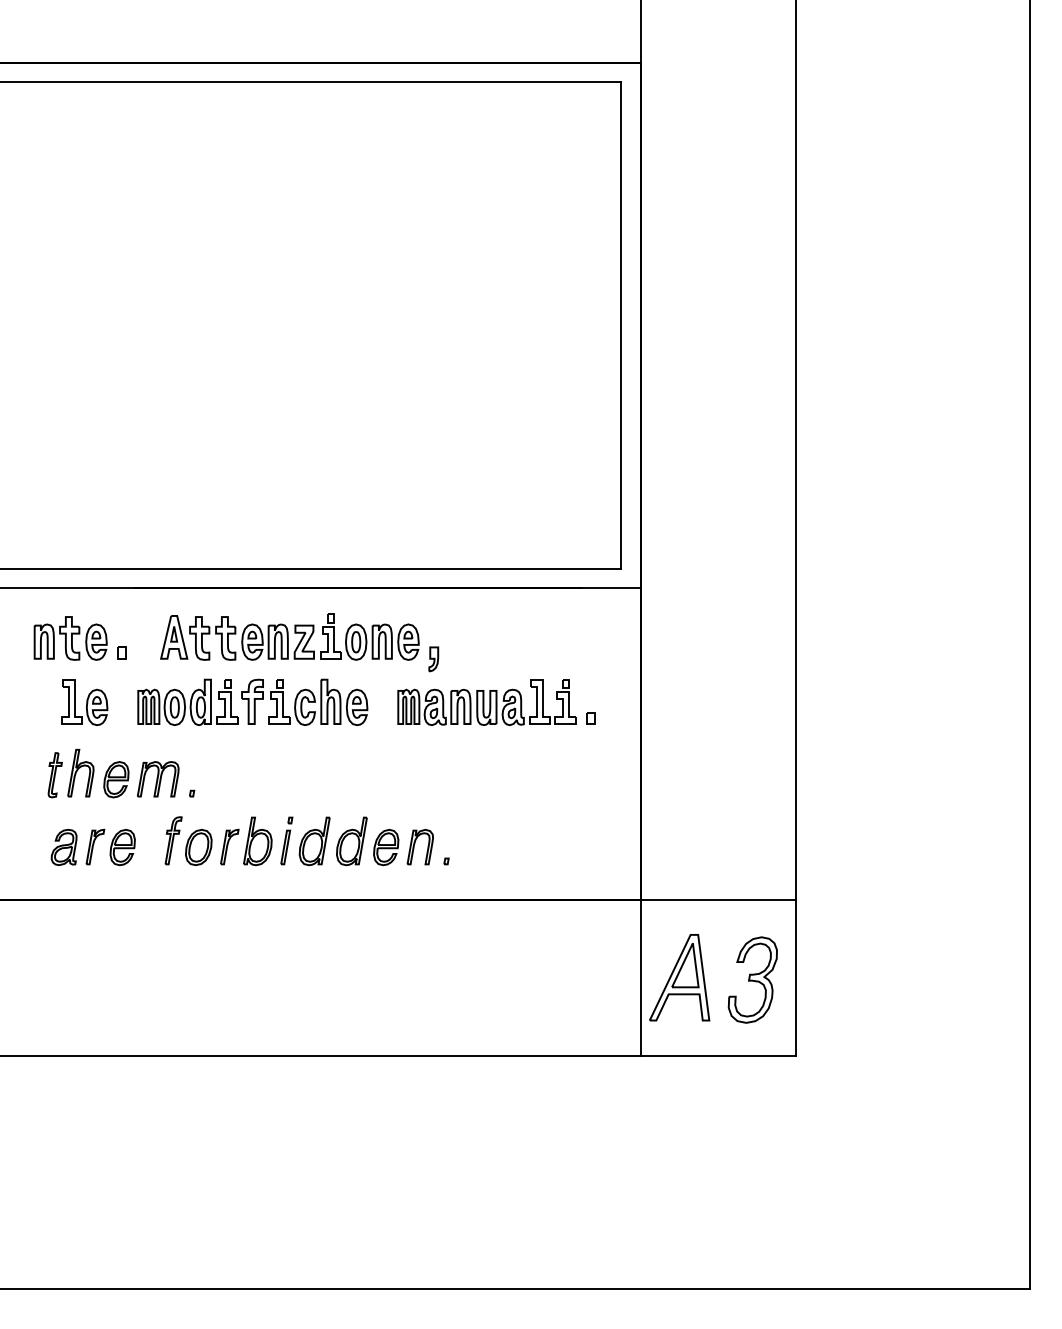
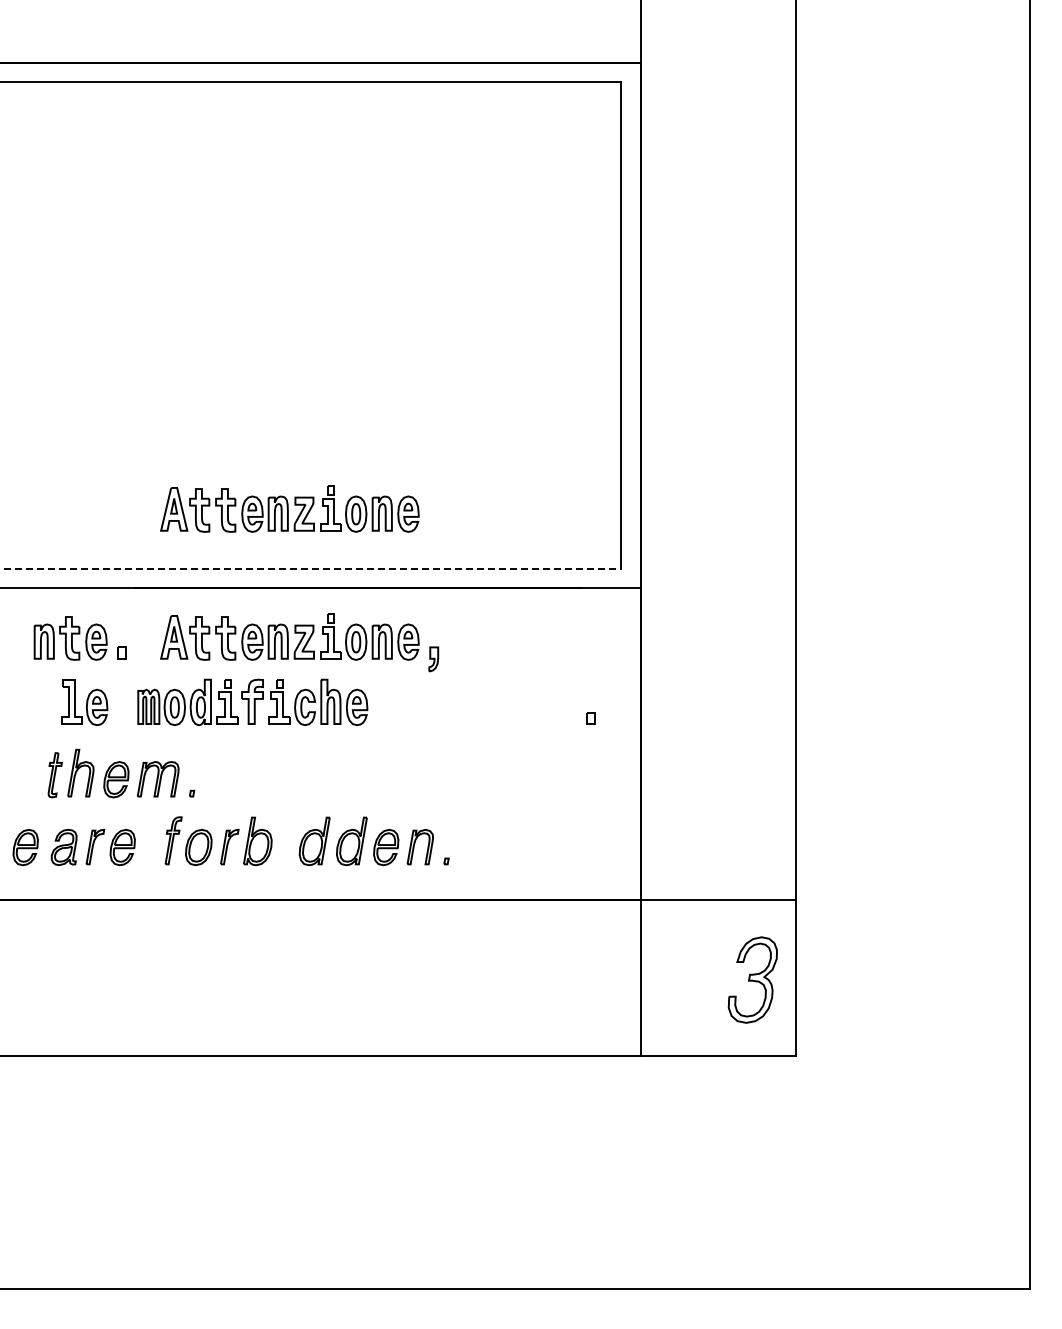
part at (289, 508): none -> present
line at (311, 568): solid -> dashed
part at (486, 702): present -> none
part at (286, 840): present -> none
part at (25, 847): none -> present
part at (679, 977): present -> none
